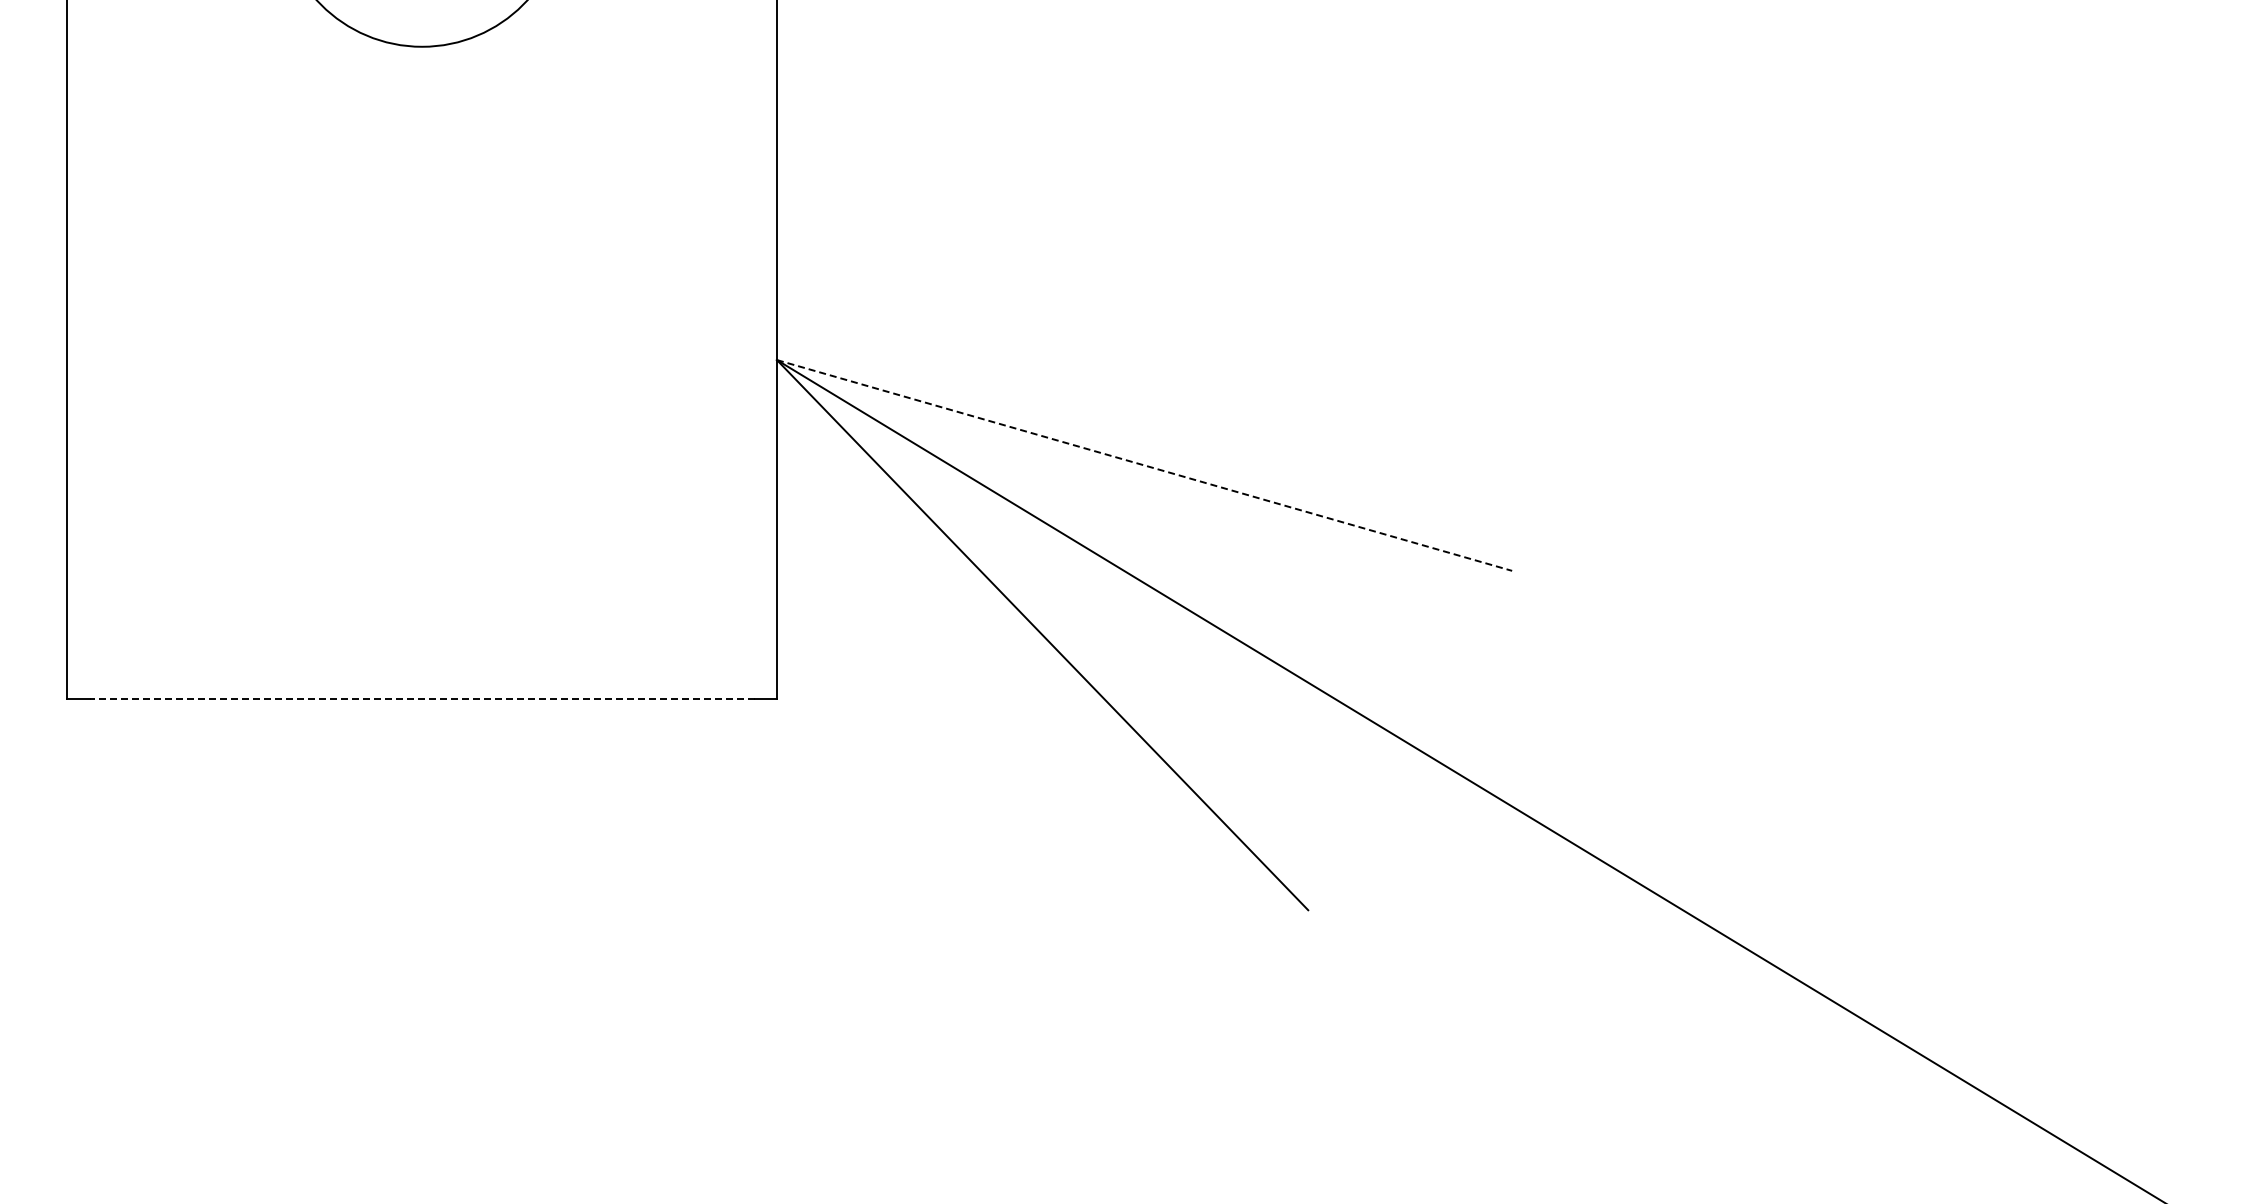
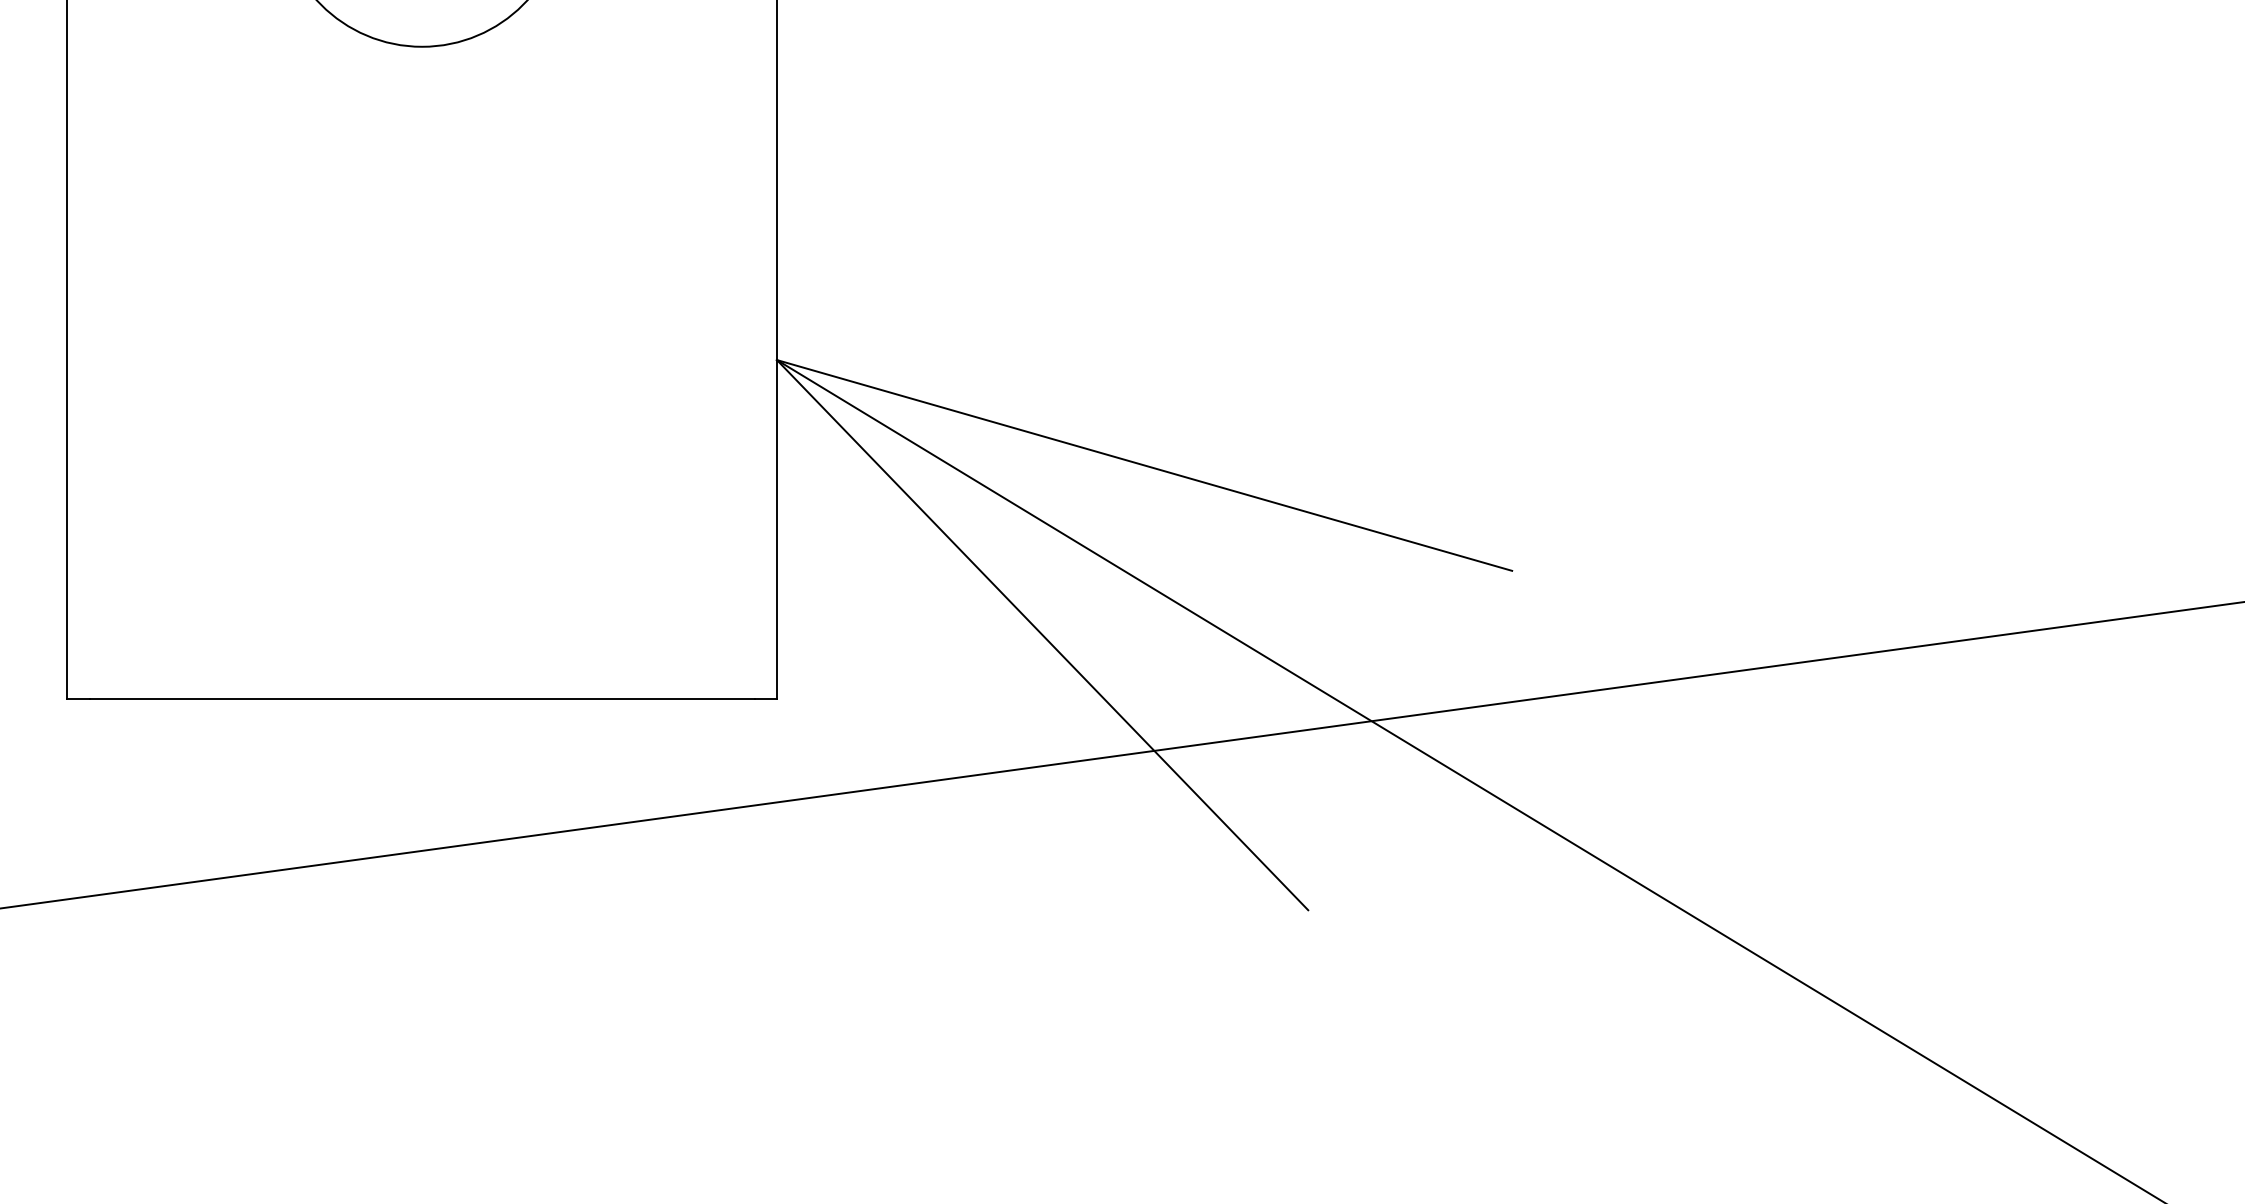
line at (1145, 465): dashed -> solid
line at (422, 698): dashed -> solid
line at (1121, 755): none -> present
